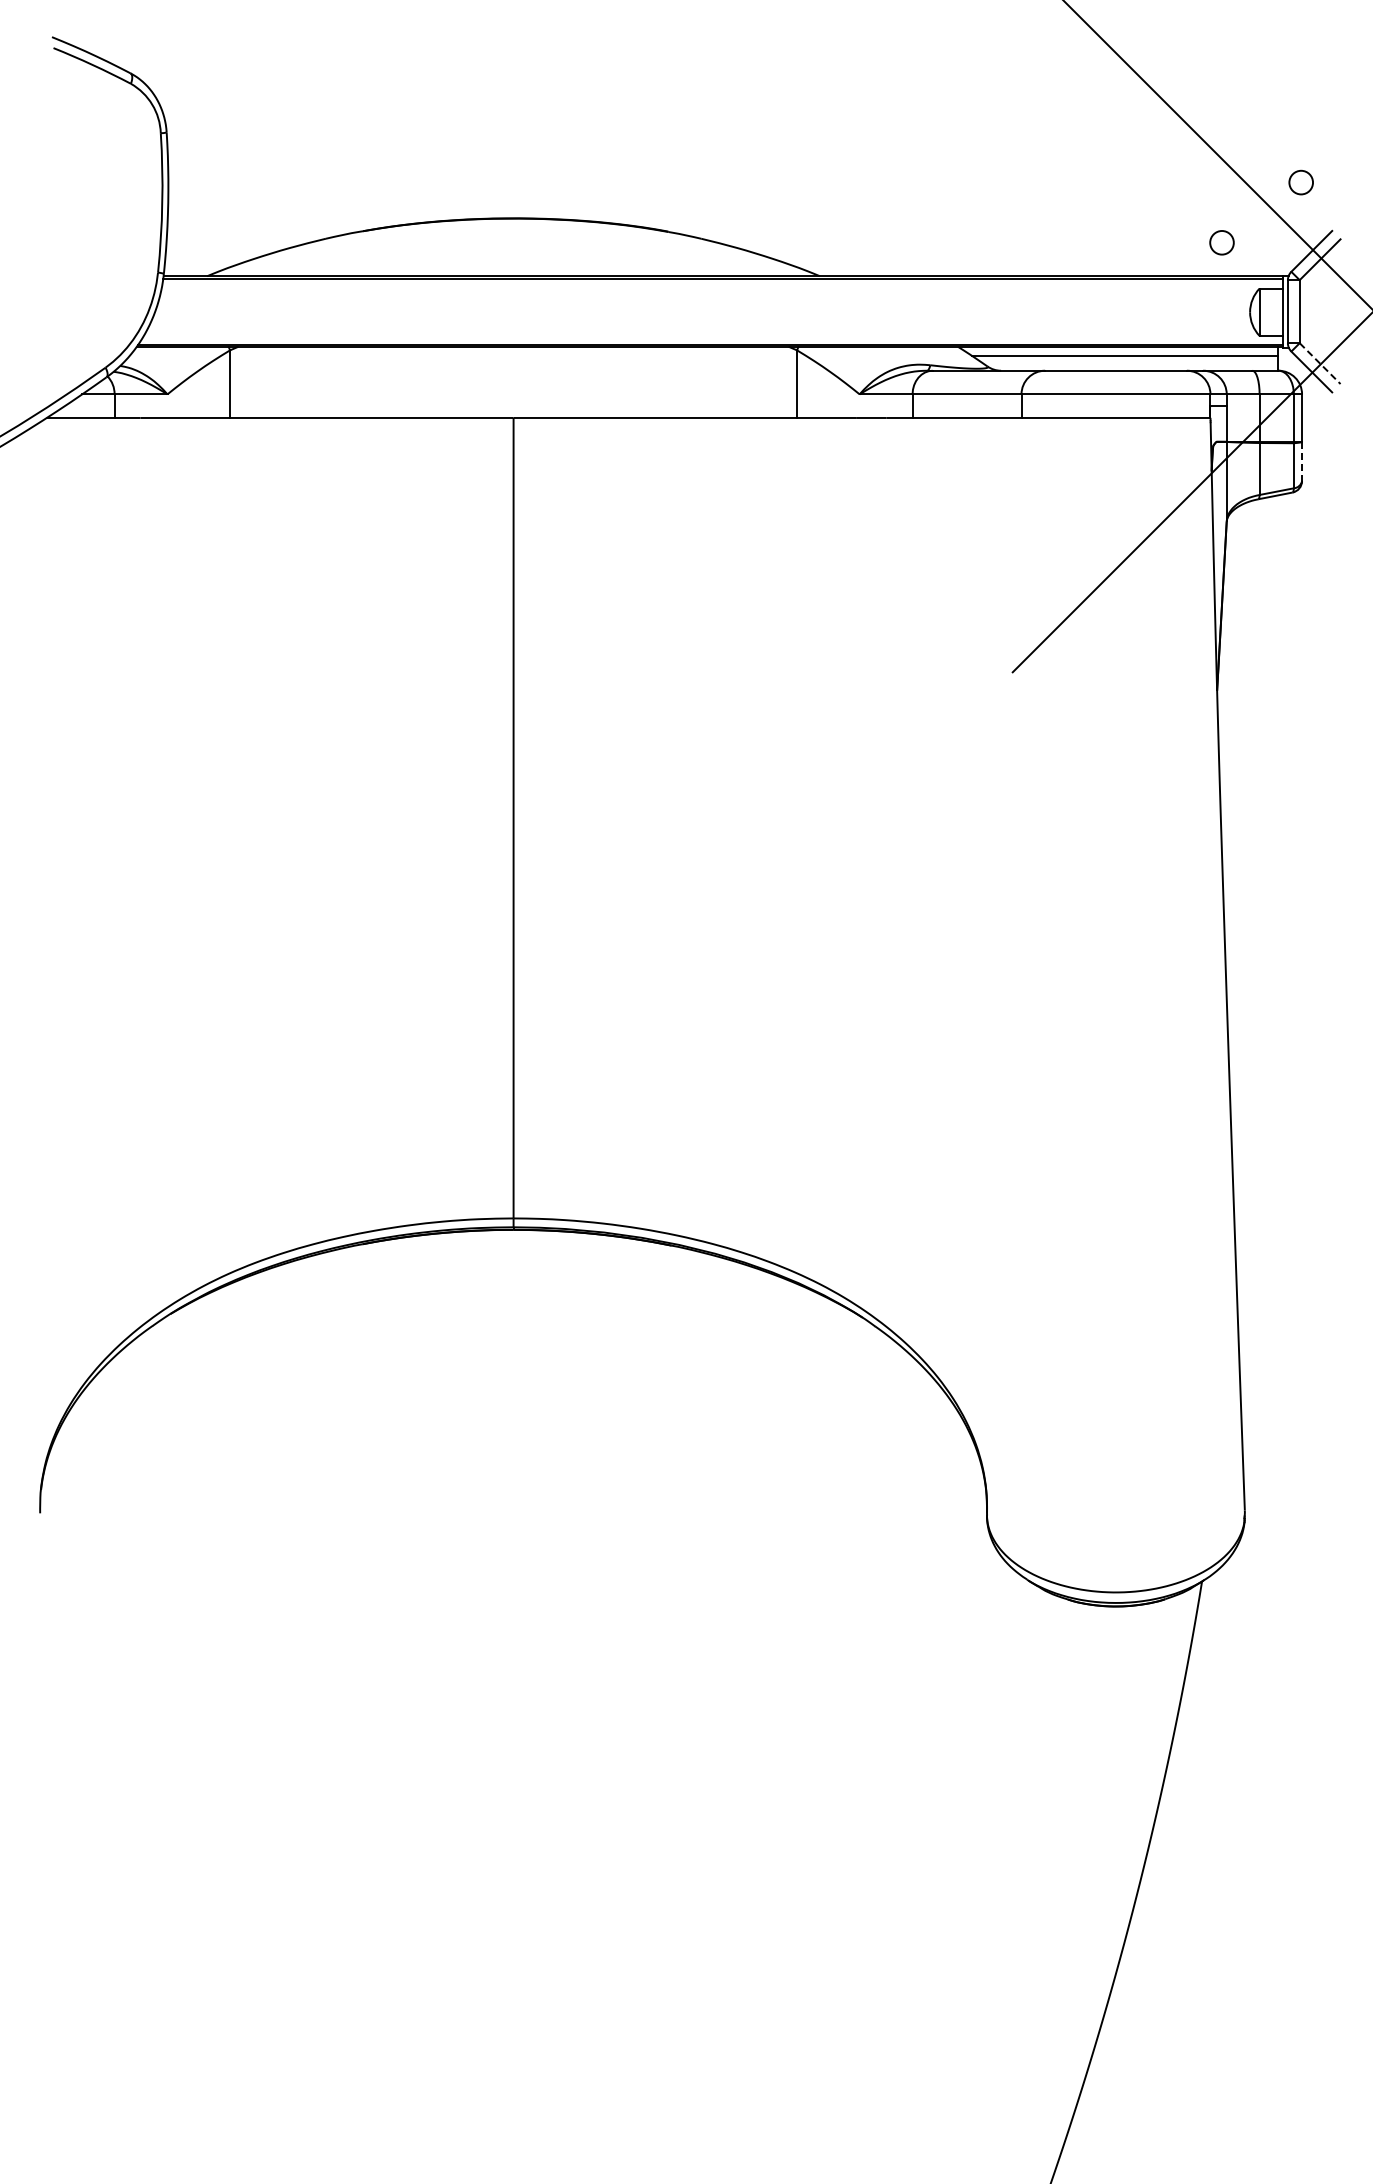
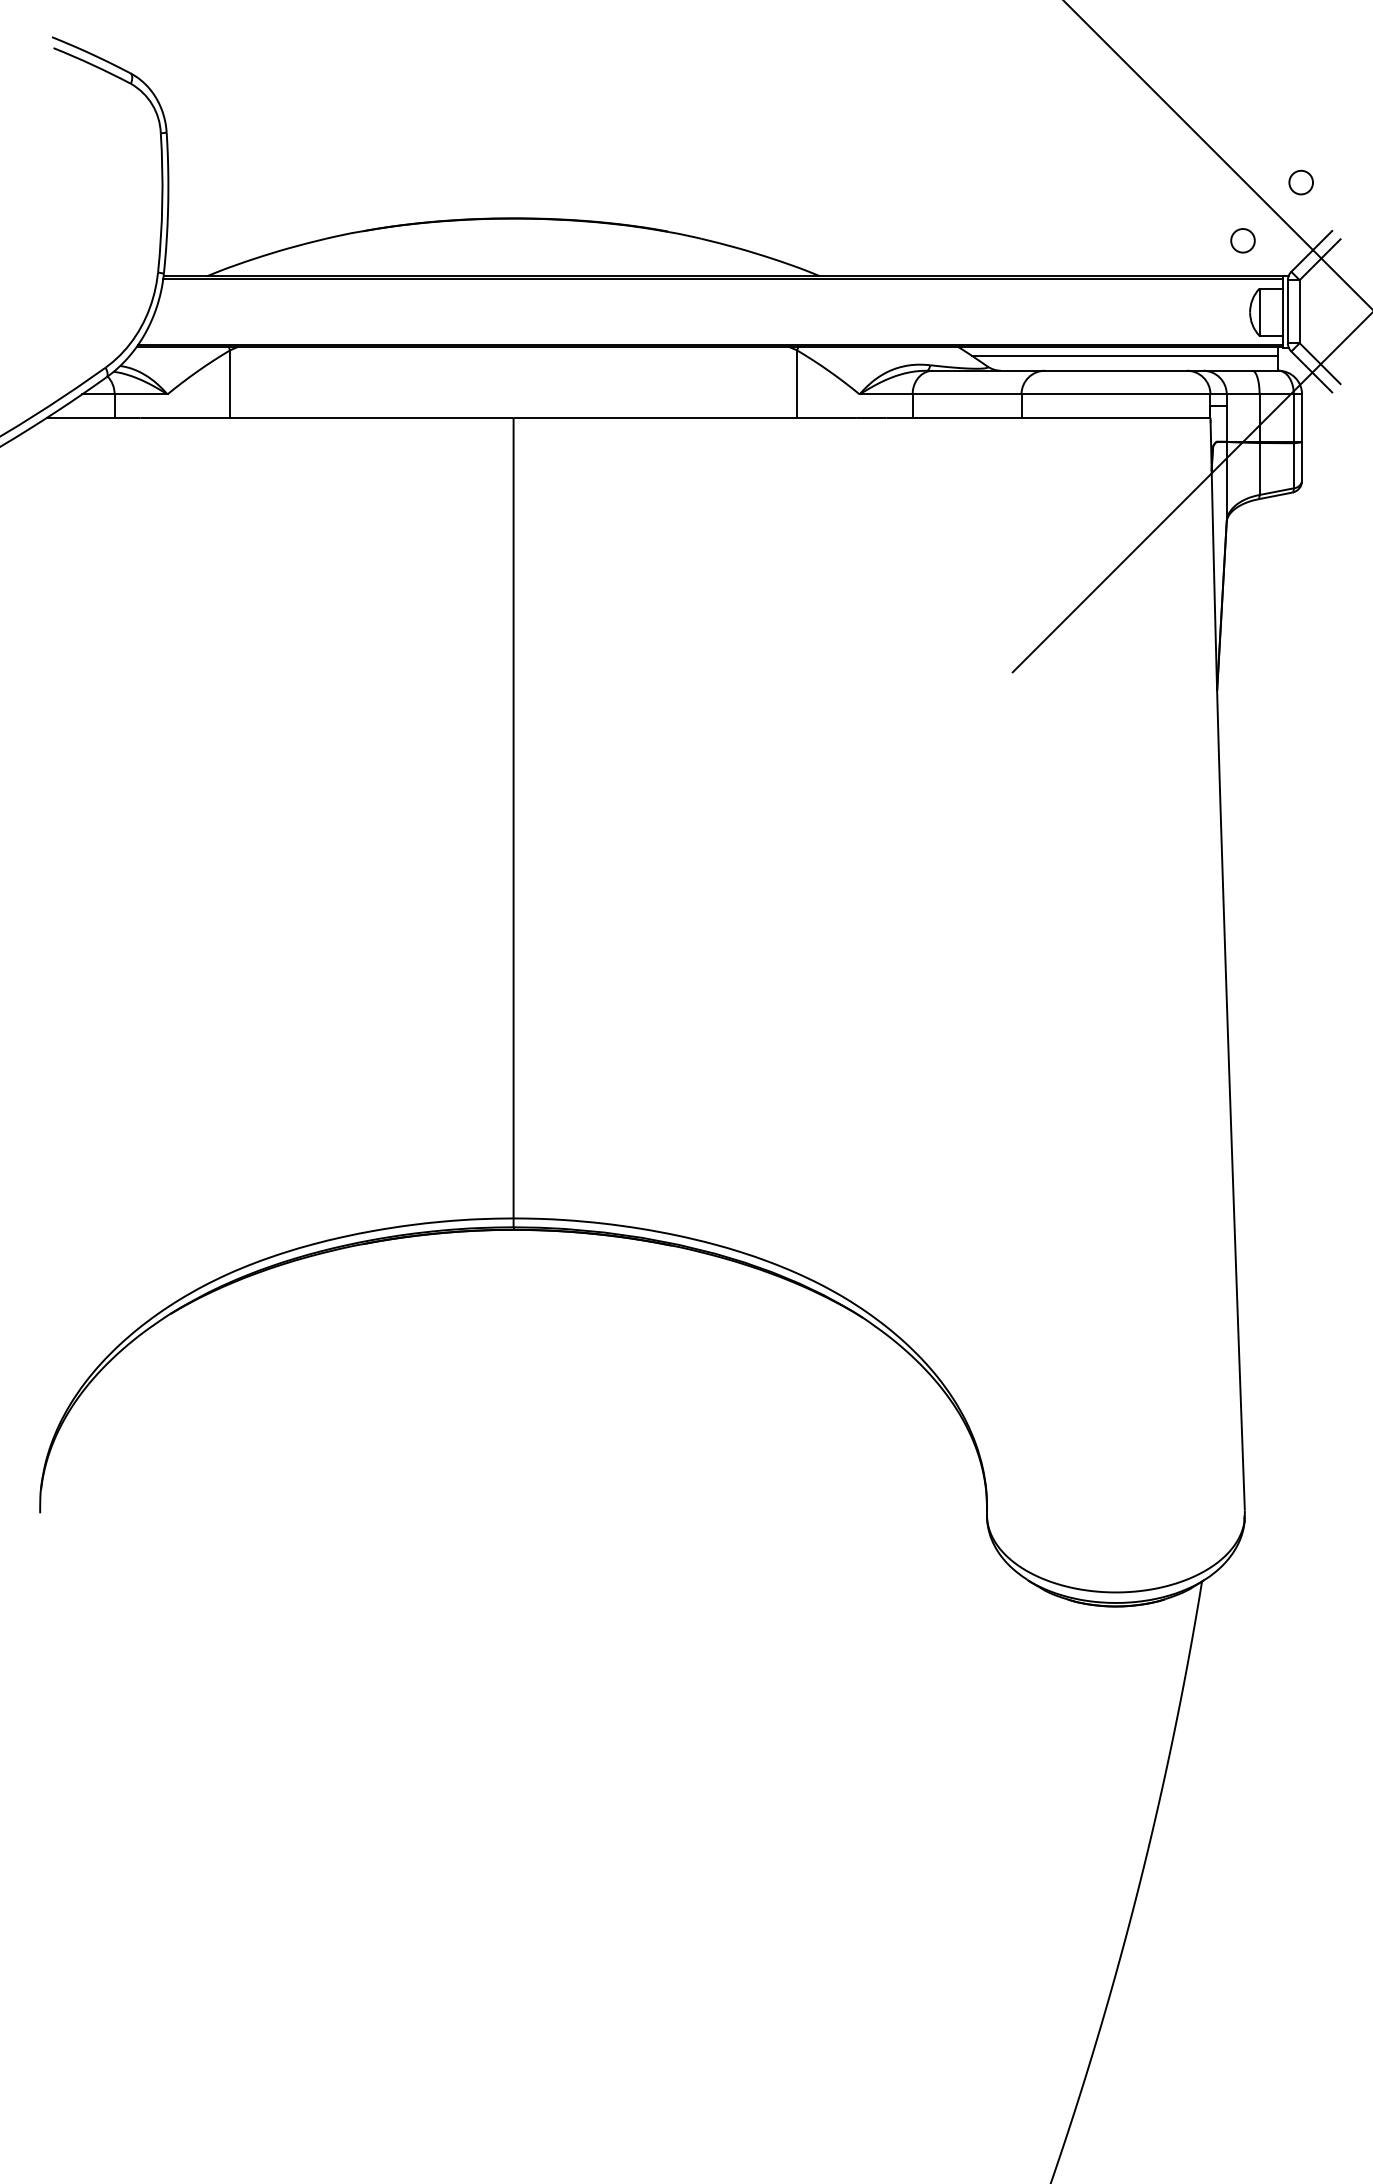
circle at (1221, 242) position: (1221, 242) -> (1242, 240)
line at (1320, 363): dashed -> solid
line at (1302, 461): dashed -> solid
